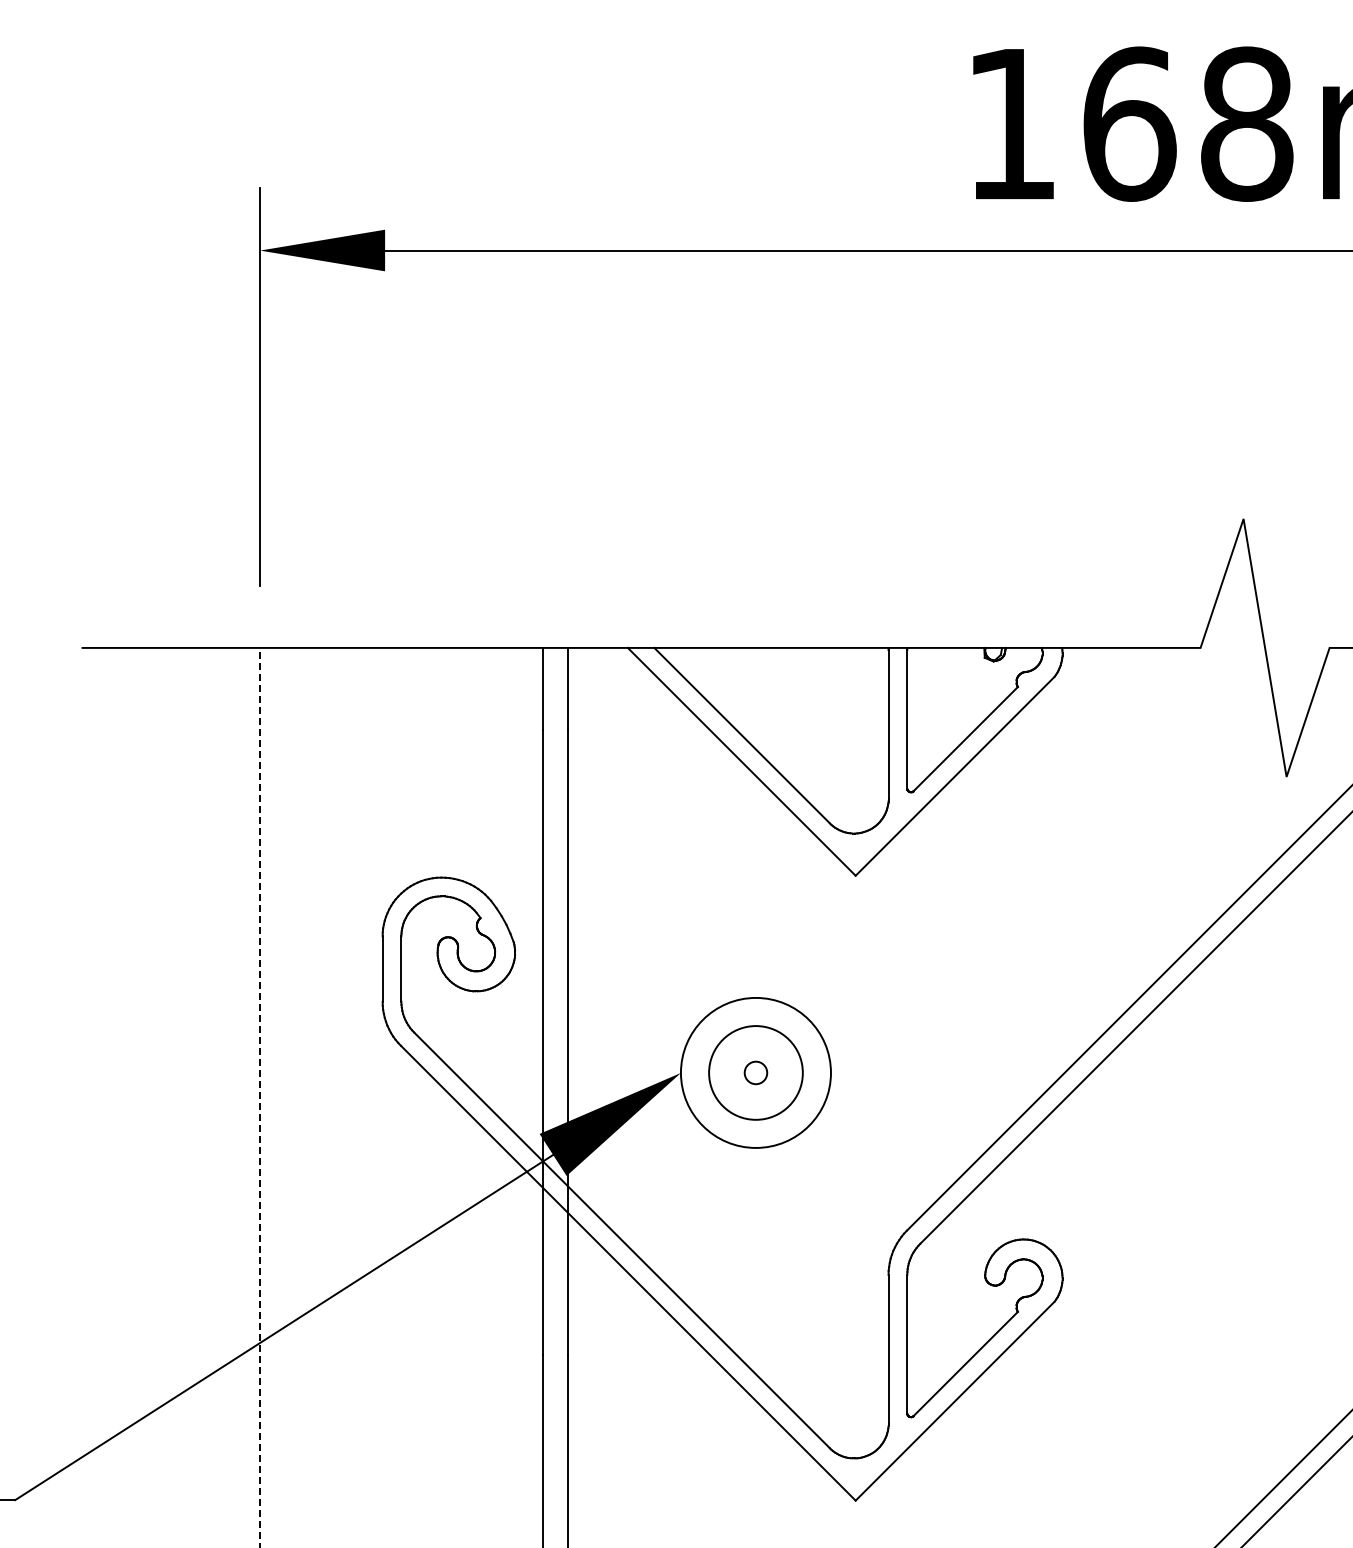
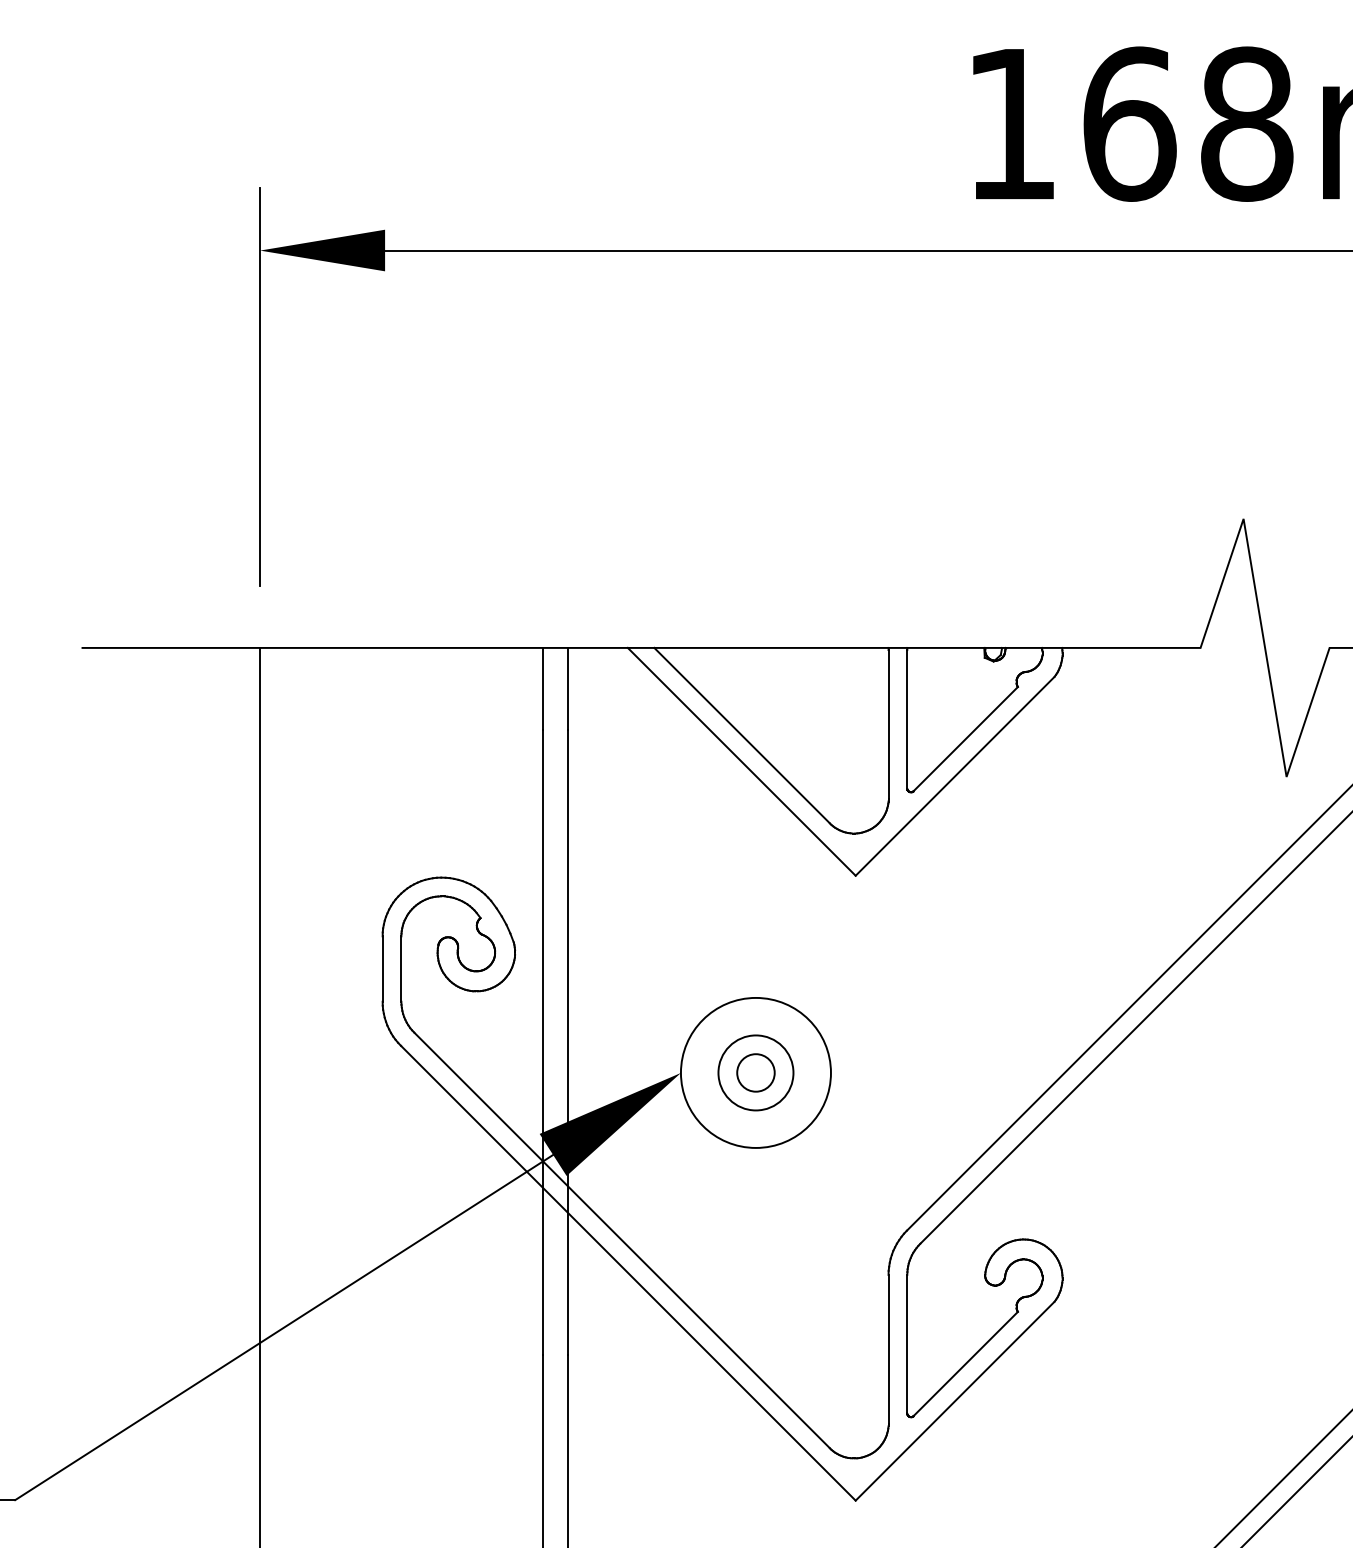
circle at (755, 1072) diameter: 23 px -> 38 px
circle at (755, 1072) diameter: 94 px -> 75 px
line at (260, 1097): dashed -> solid
